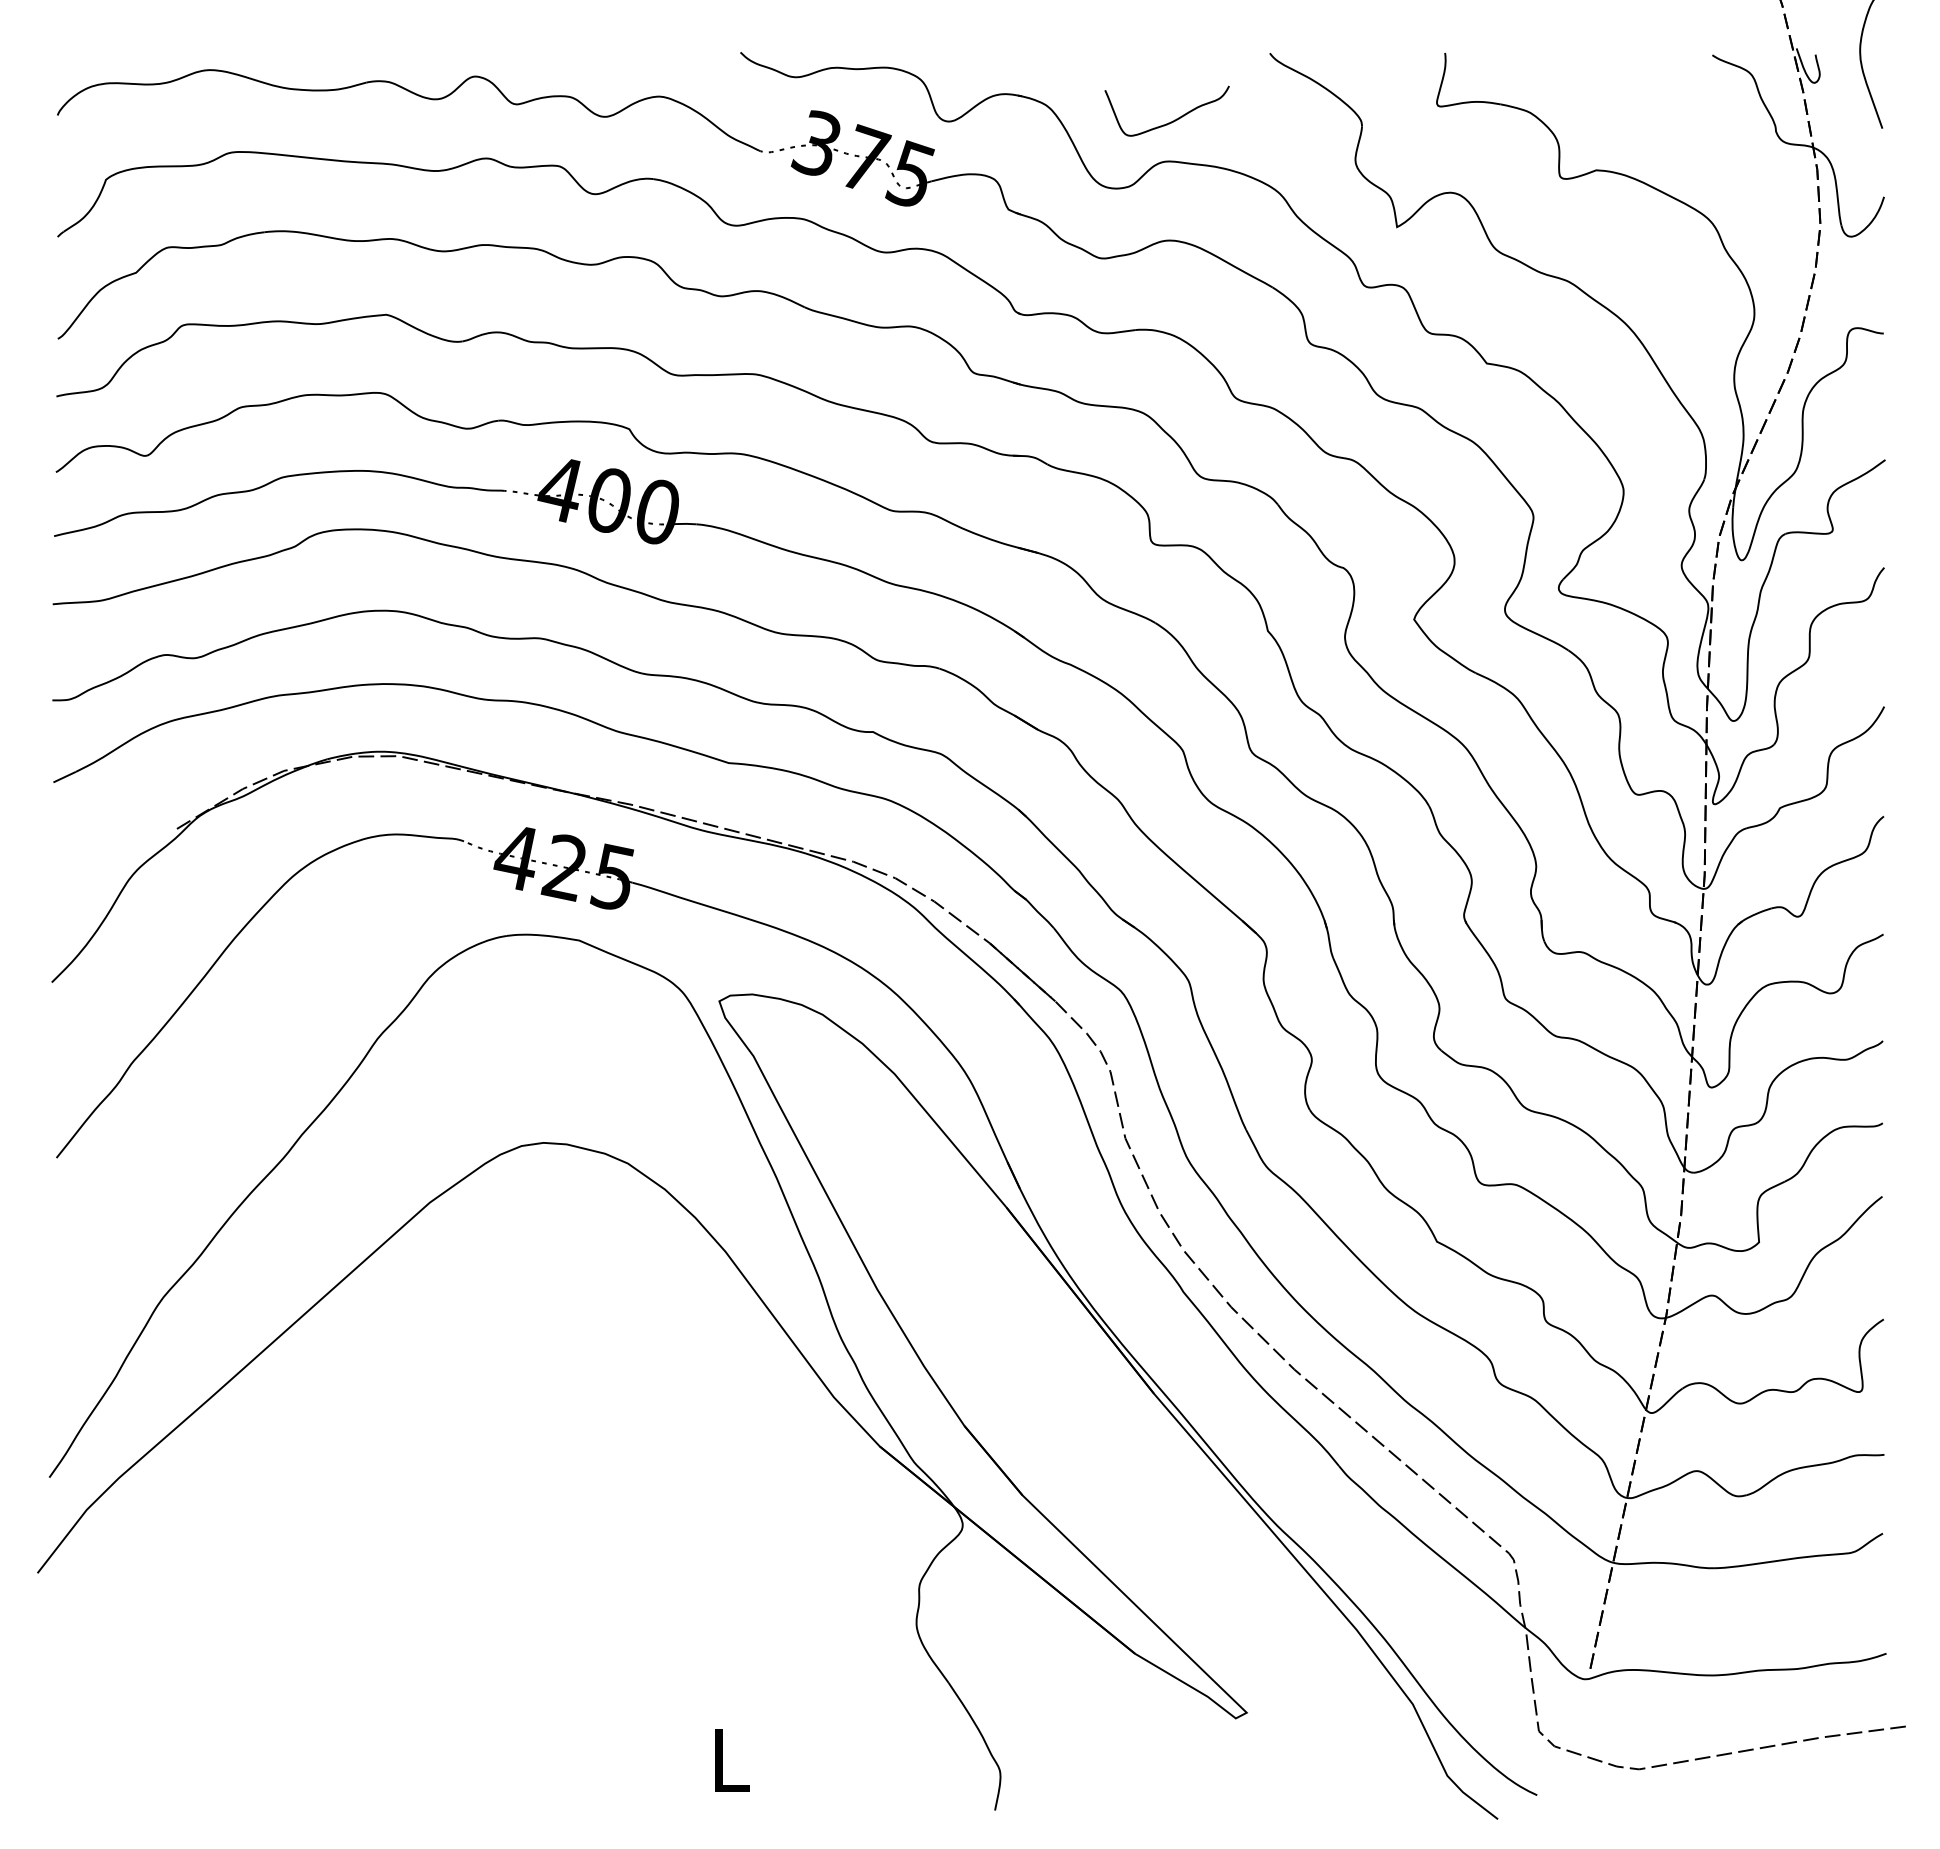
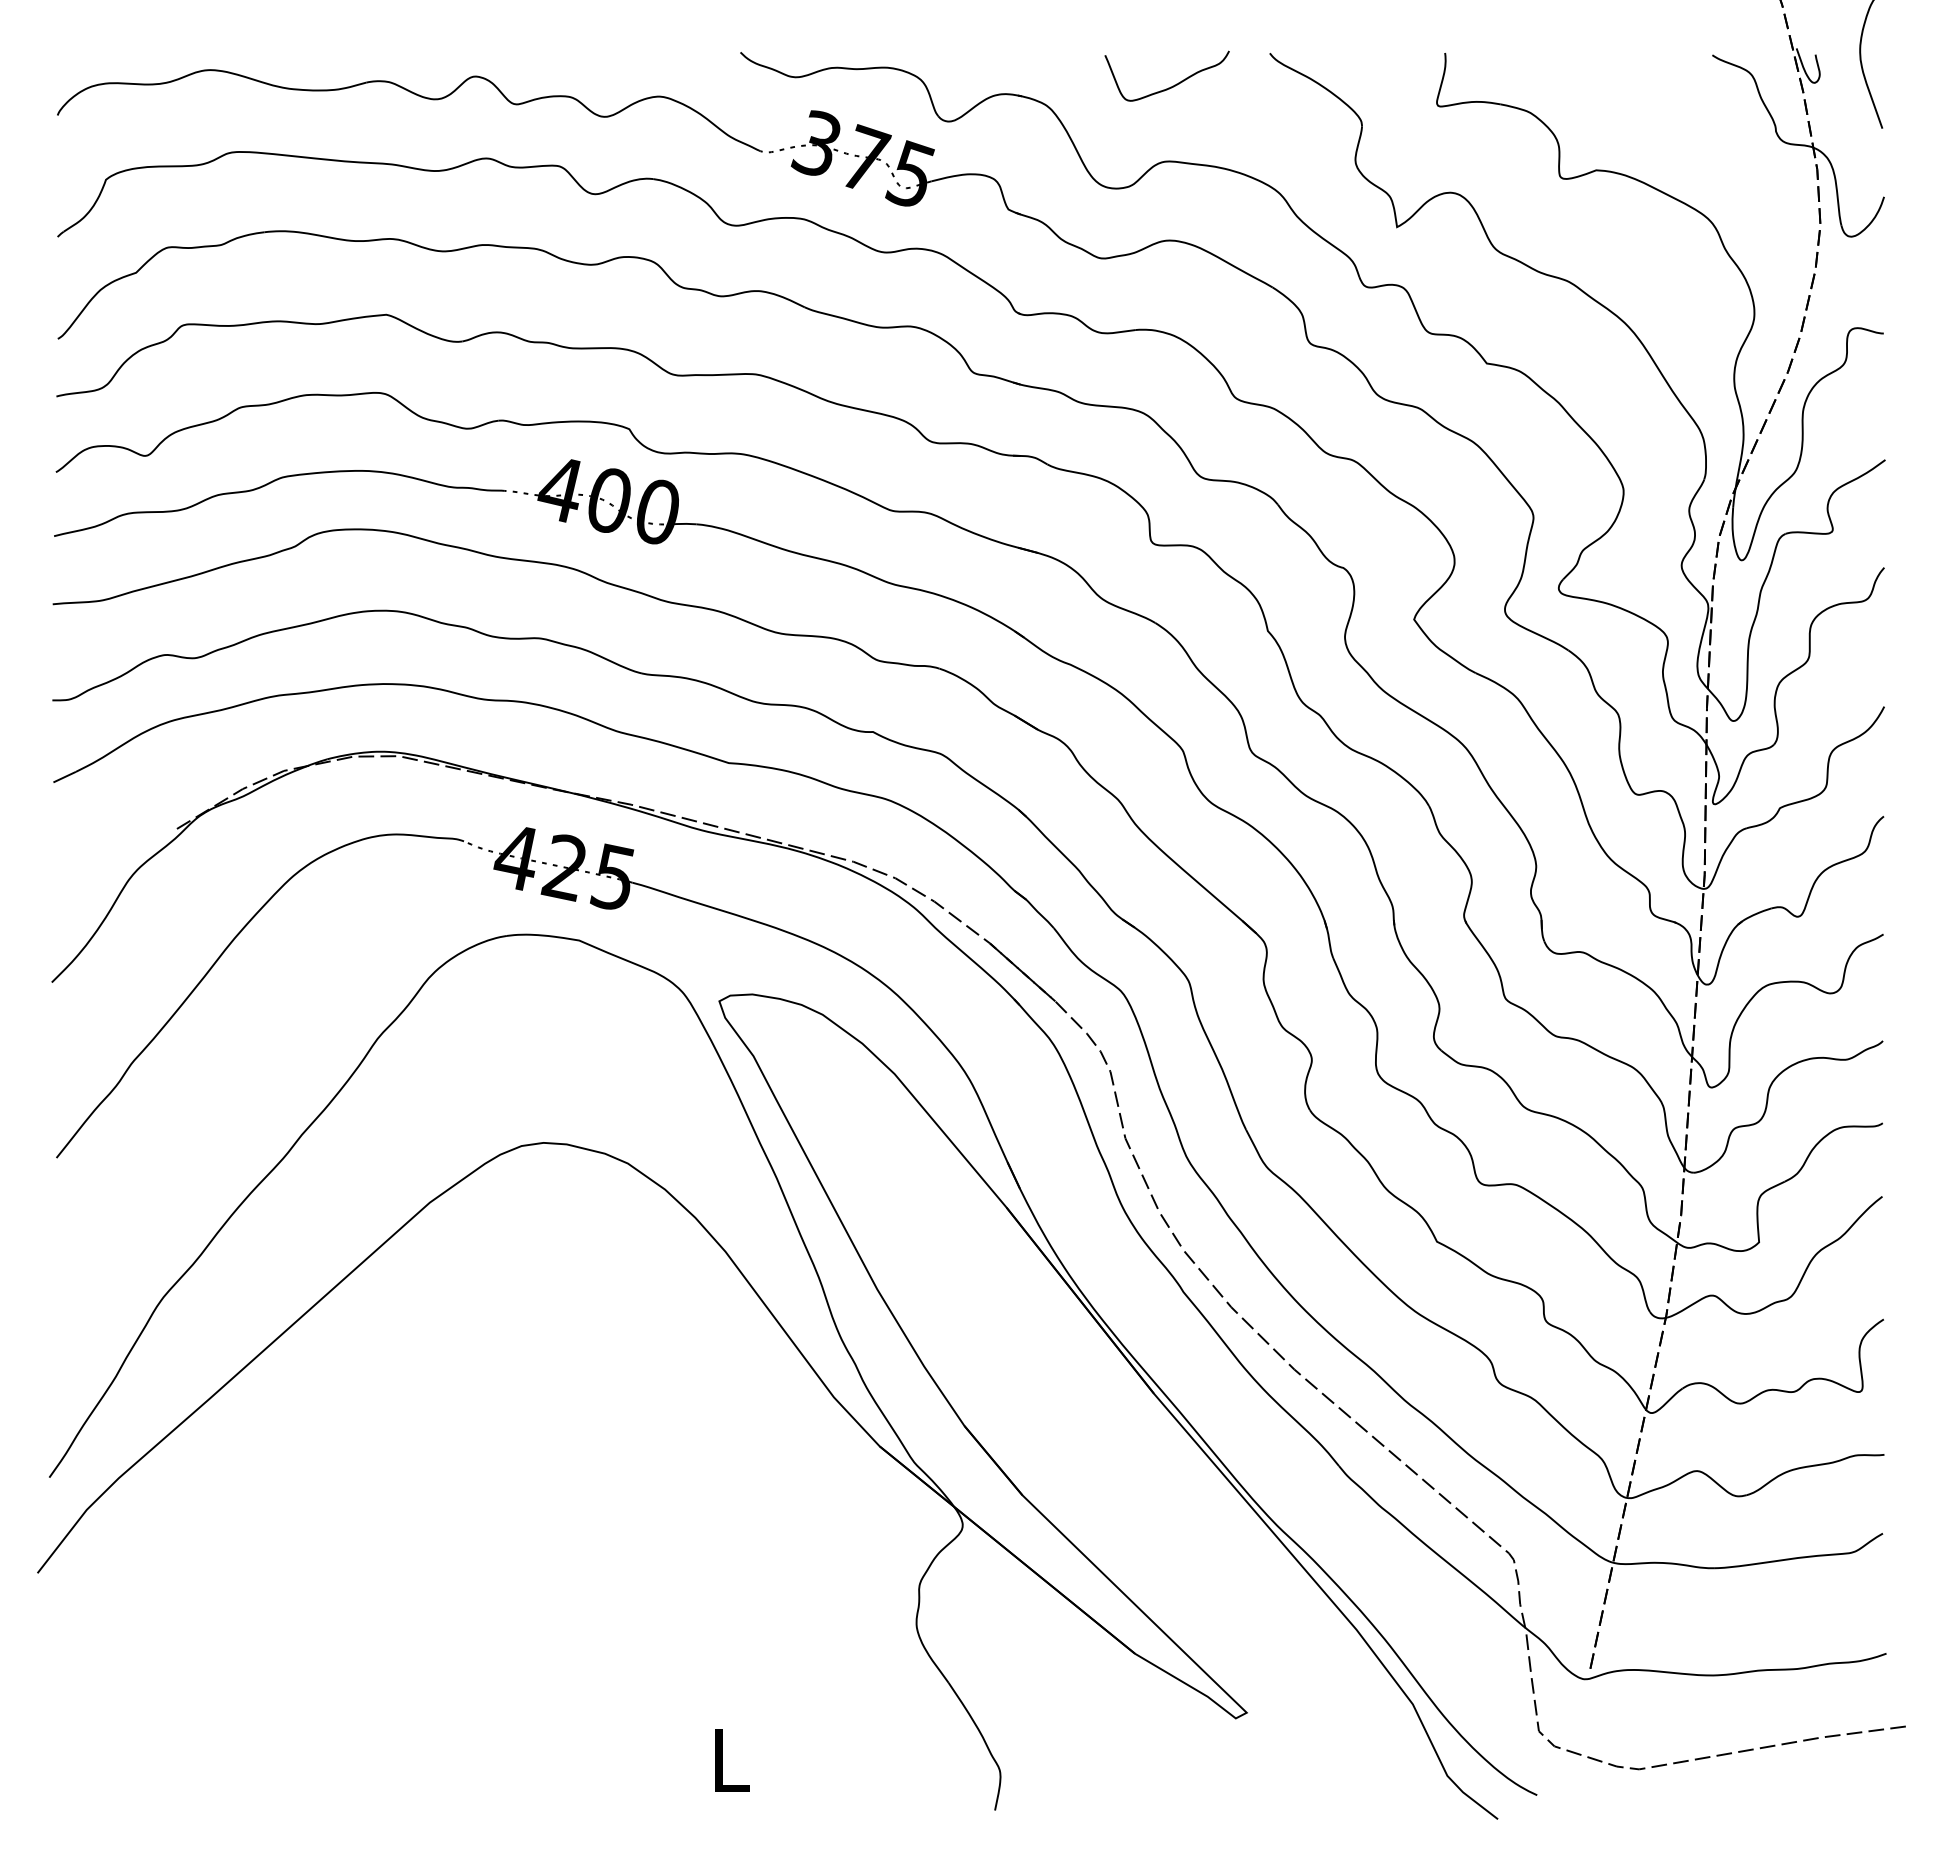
curve at (1170, 121) position: (1170, 121) -> (1170, 86)
